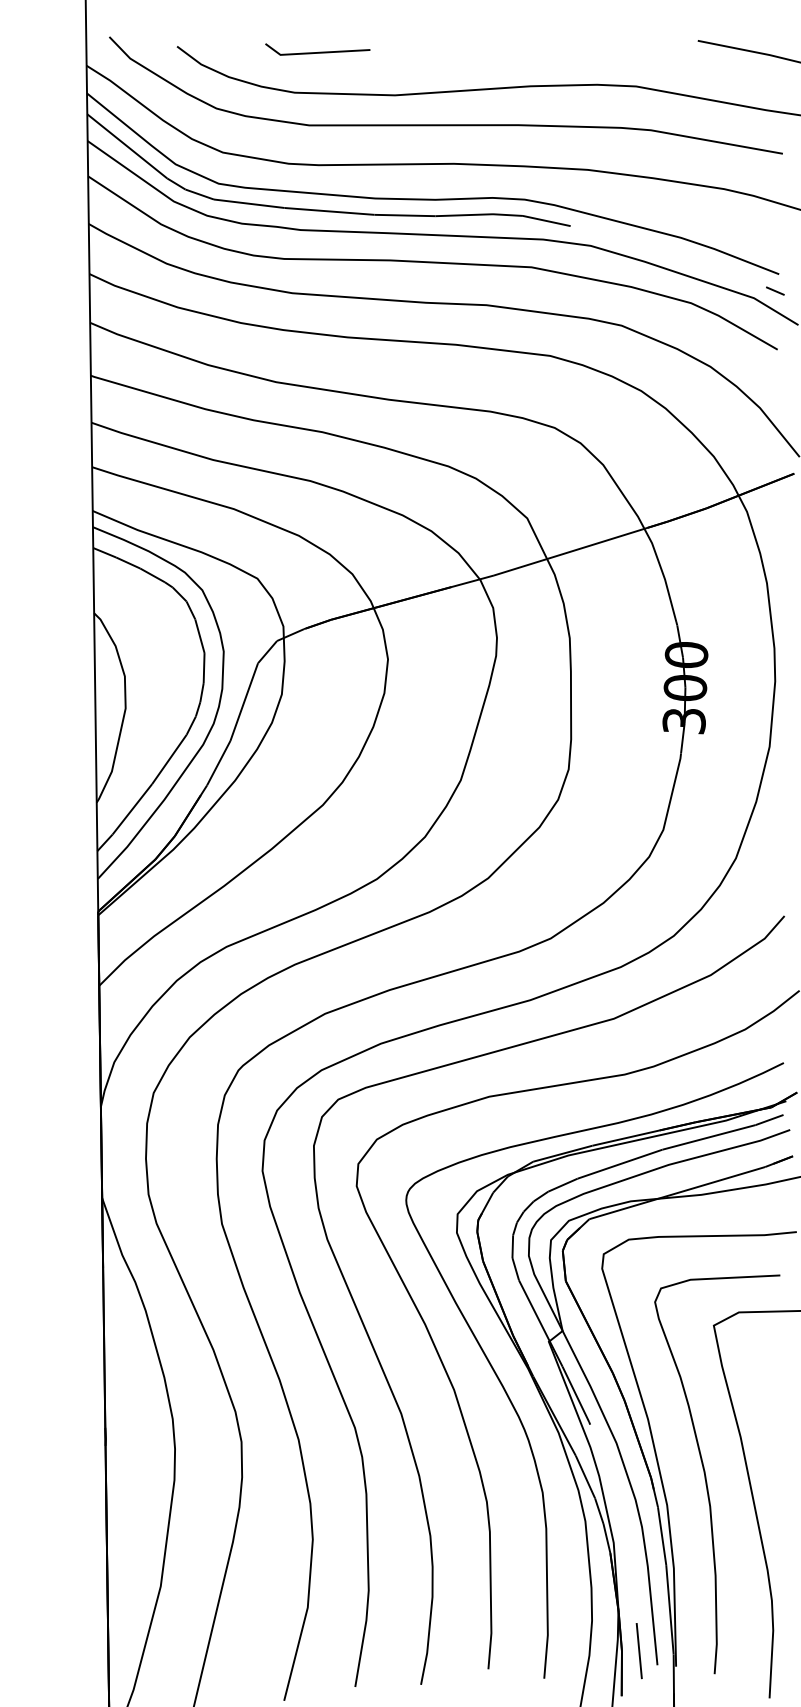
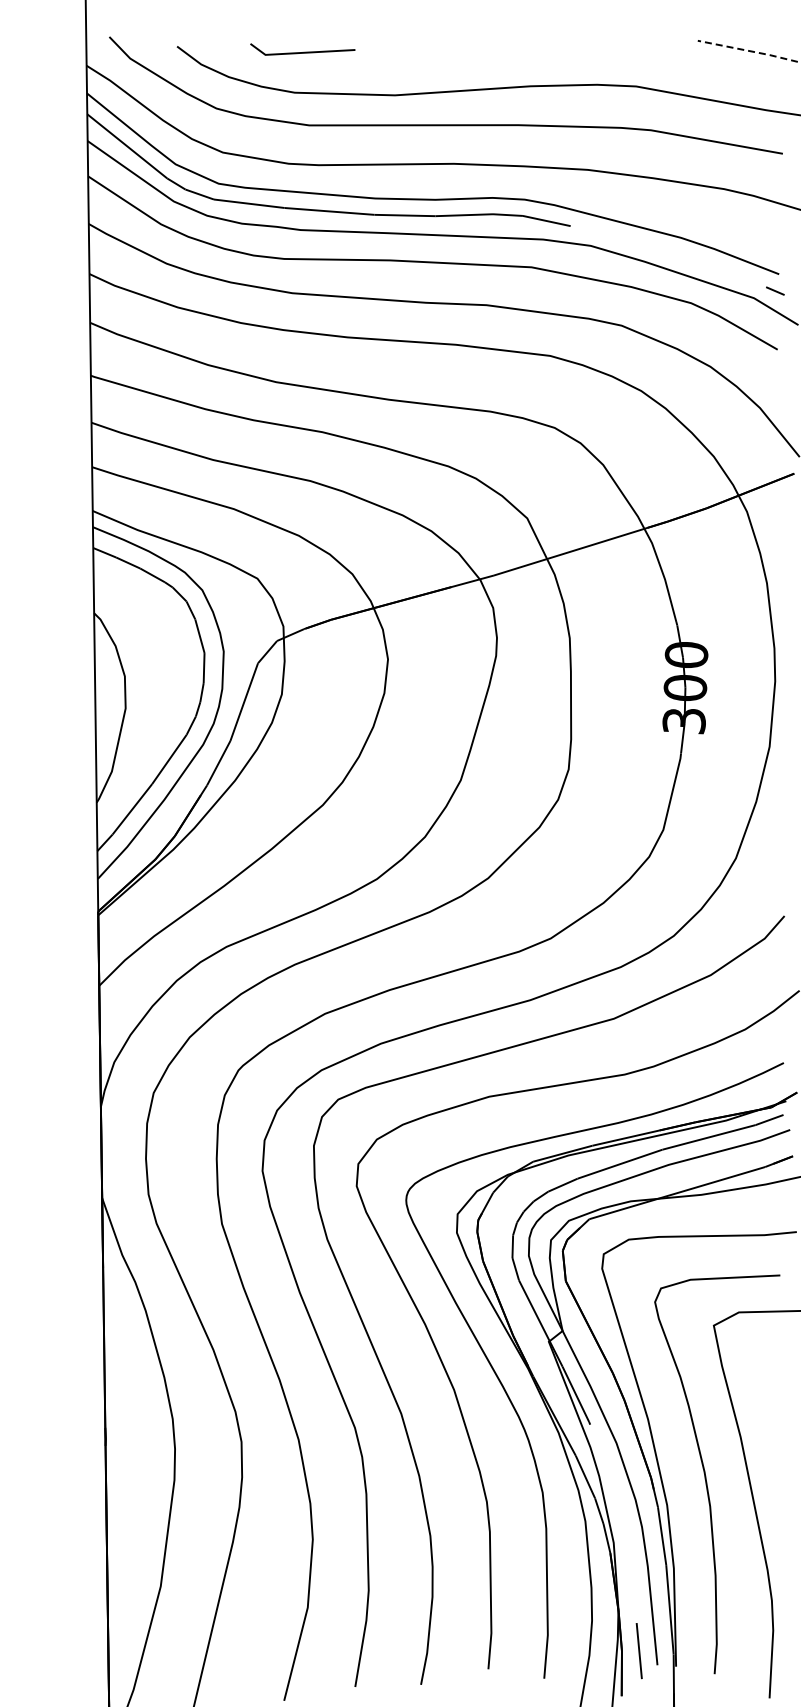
line at (318, 51) position: (318, 51) -> (303, 51)
line at (749, 51): solid -> dashed
